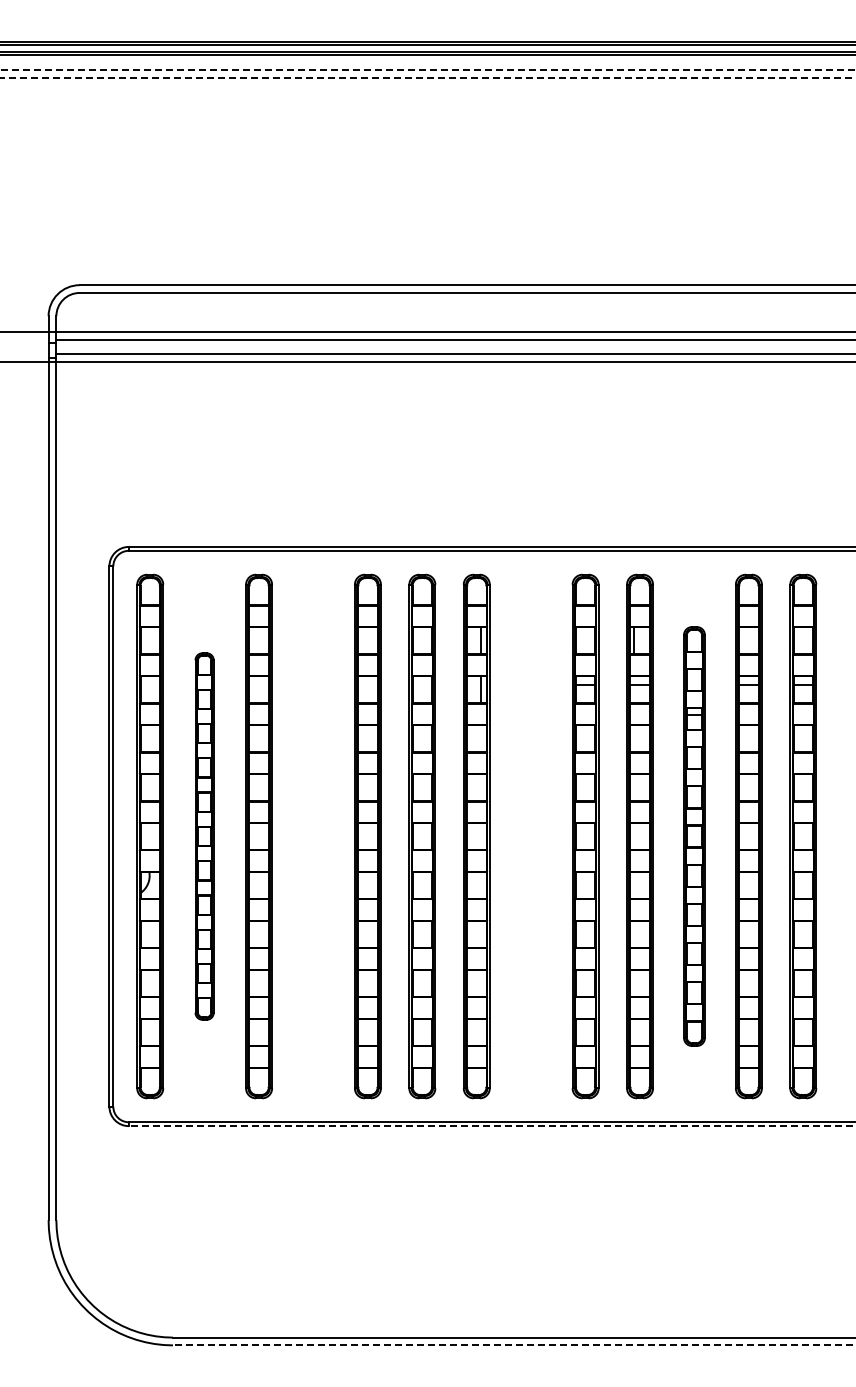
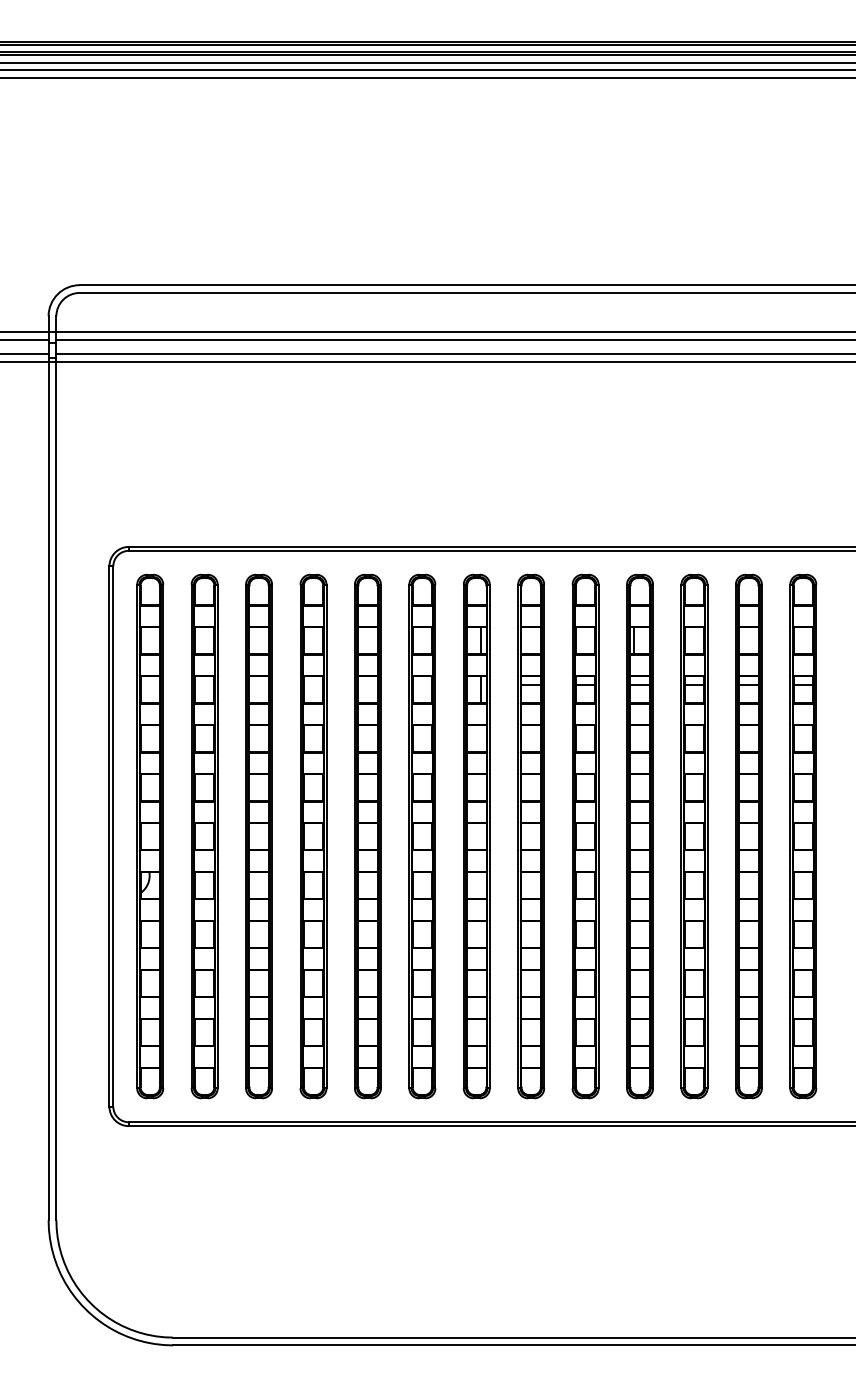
line at (427, 62): none -> present
line at (428, 70): dashed -> solid
line at (427, 78): dashed -> solid
line at (25, 339): none -> present
line at (25, 354): none -> present
part at (204, 836) size: 21x369 px -> 29x527 px
part at (313, 836): none -> present
part at (531, 836): none -> present
part at (694, 836) size: 23x421 px -> 29x527 px
line at (491, 1126): dashed -> solid
line at (513, 1345): dashed -> solid
